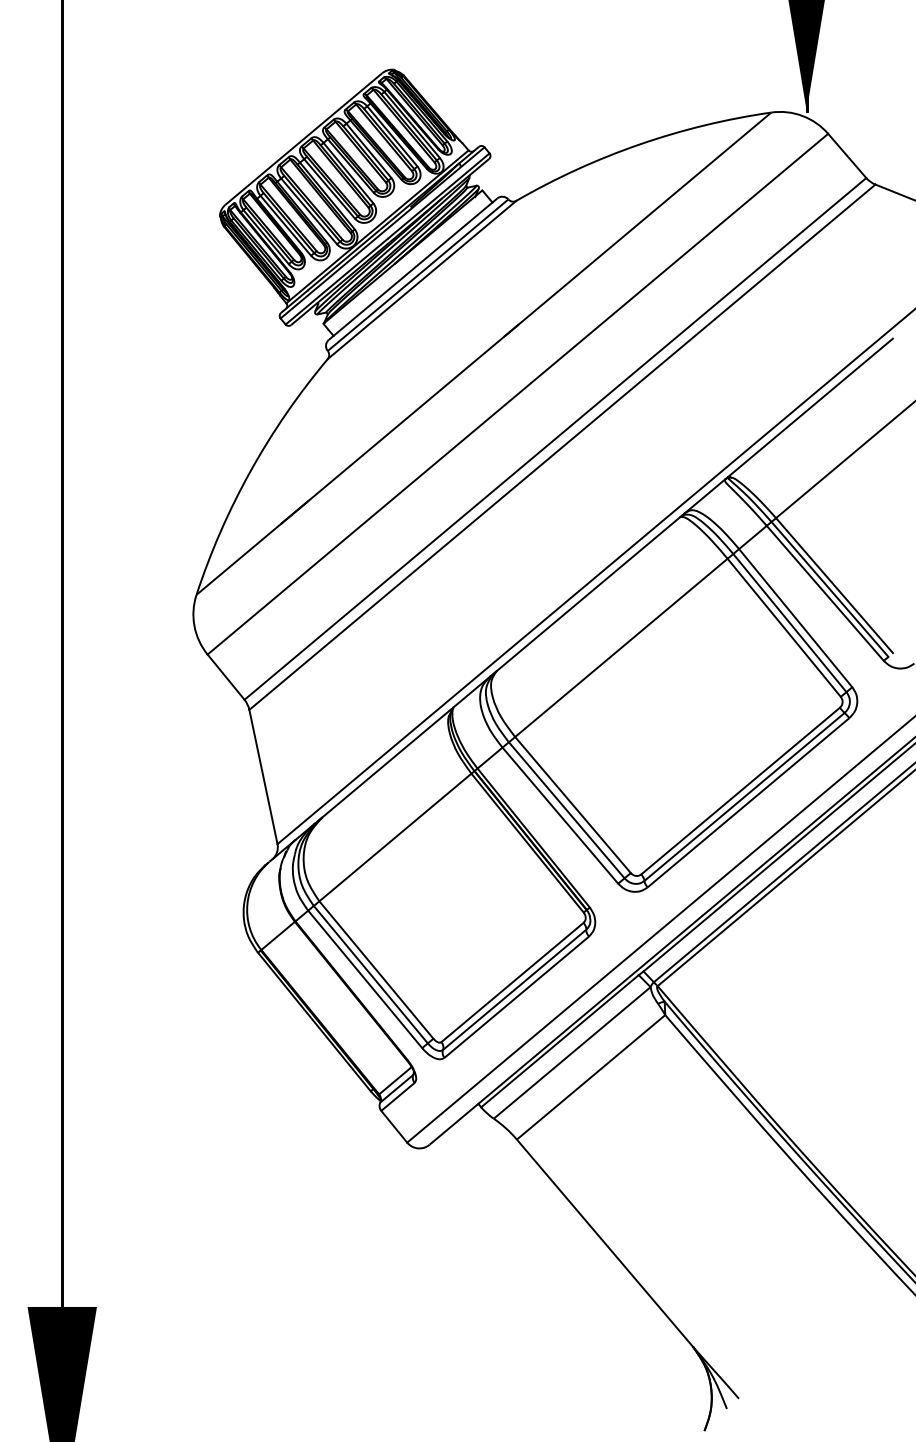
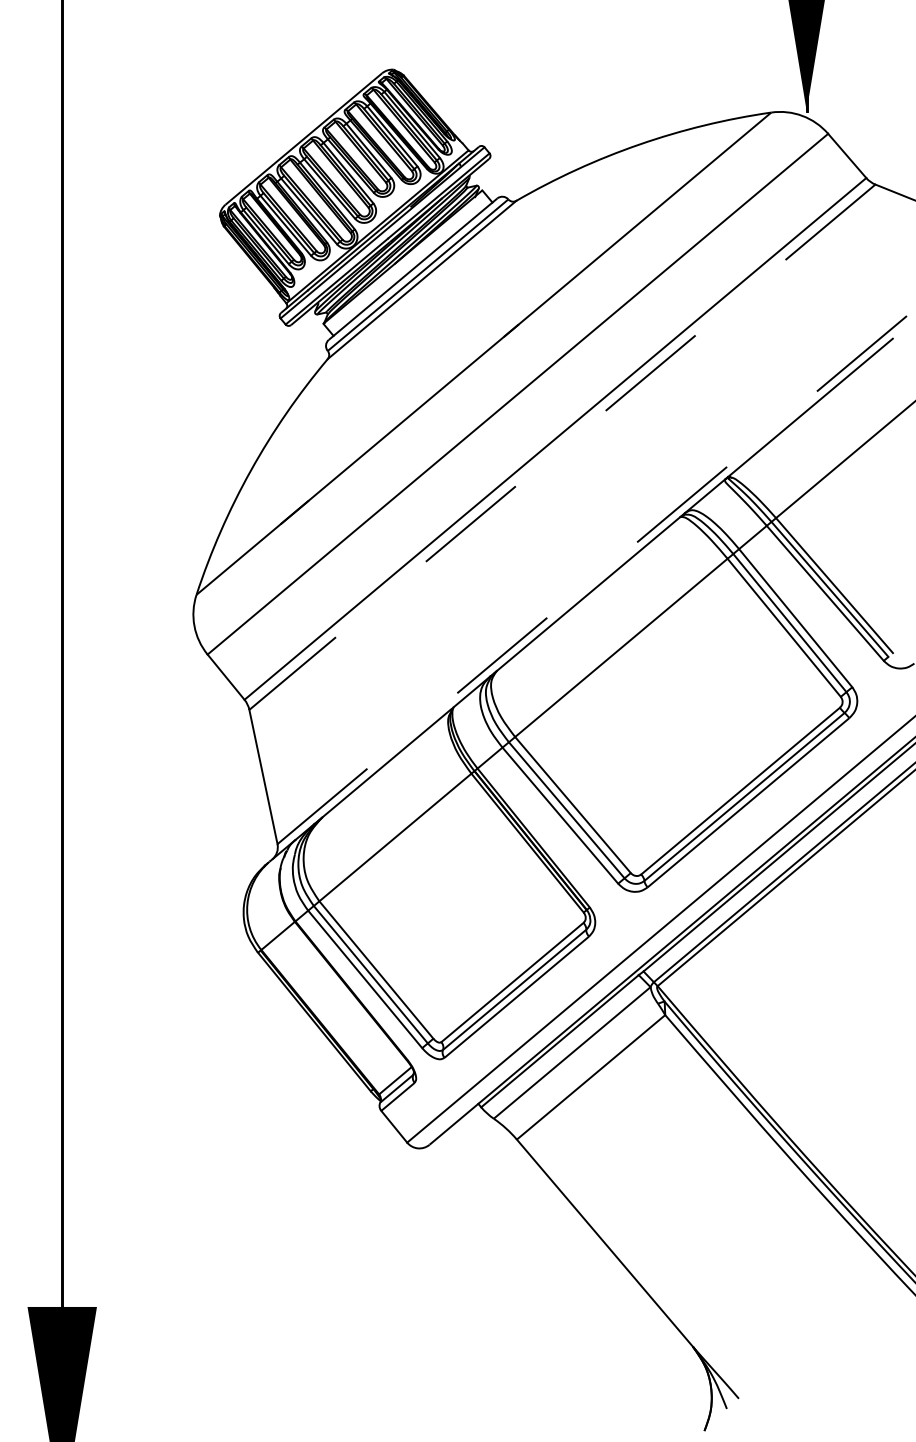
line at (562, 447): solid -> dashed
line at (596, 576): solid -> dashed
